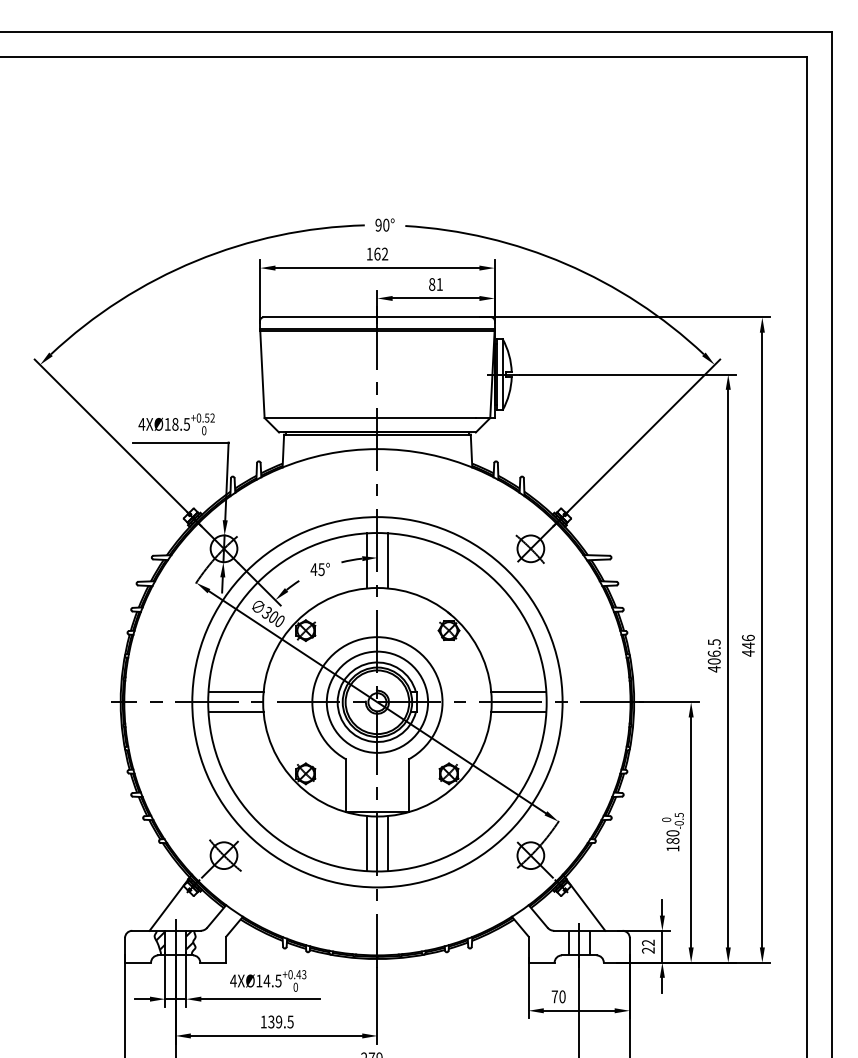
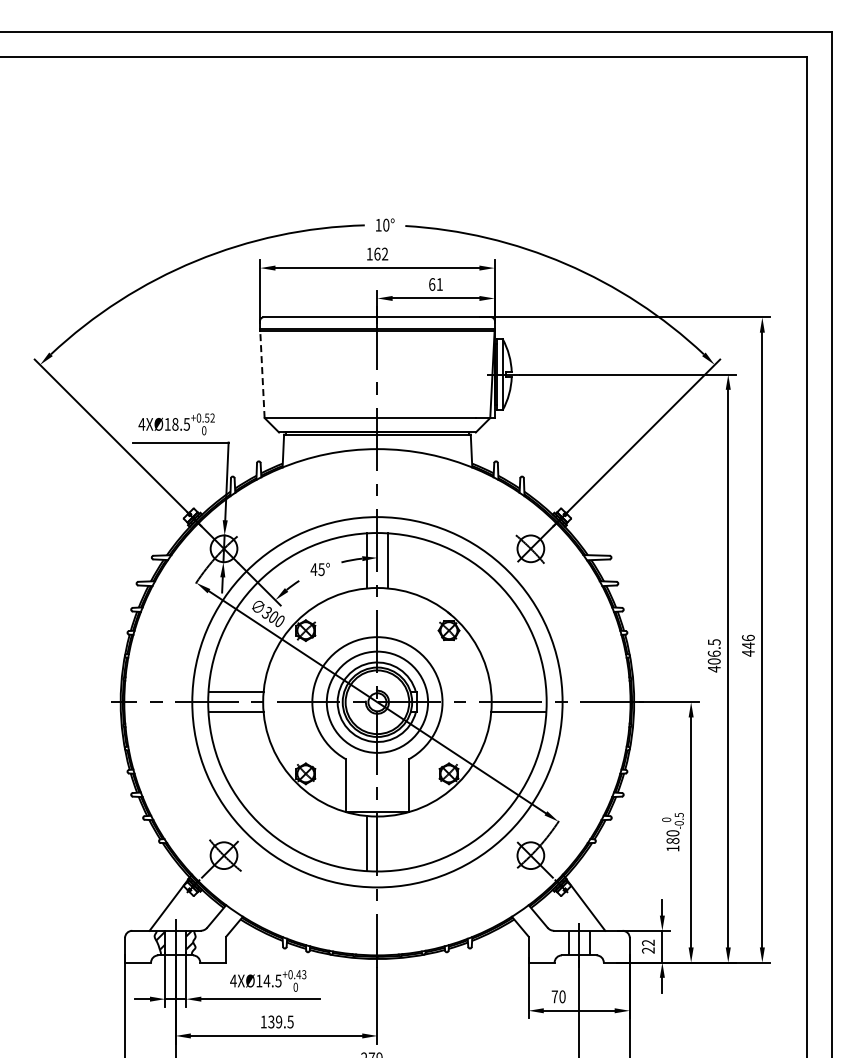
text at (378, 224): 90° -> 10°
text at (432, 284): 81 -> 61
line at (262, 374): solid -> dashed
line at (518, 692): present -> none
line at (387, 843): present -> none
